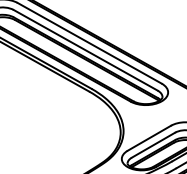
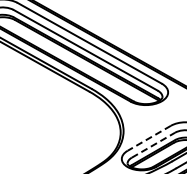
line at (149, 138): solid -> dashed
line at (153, 145): solid -> dashed
